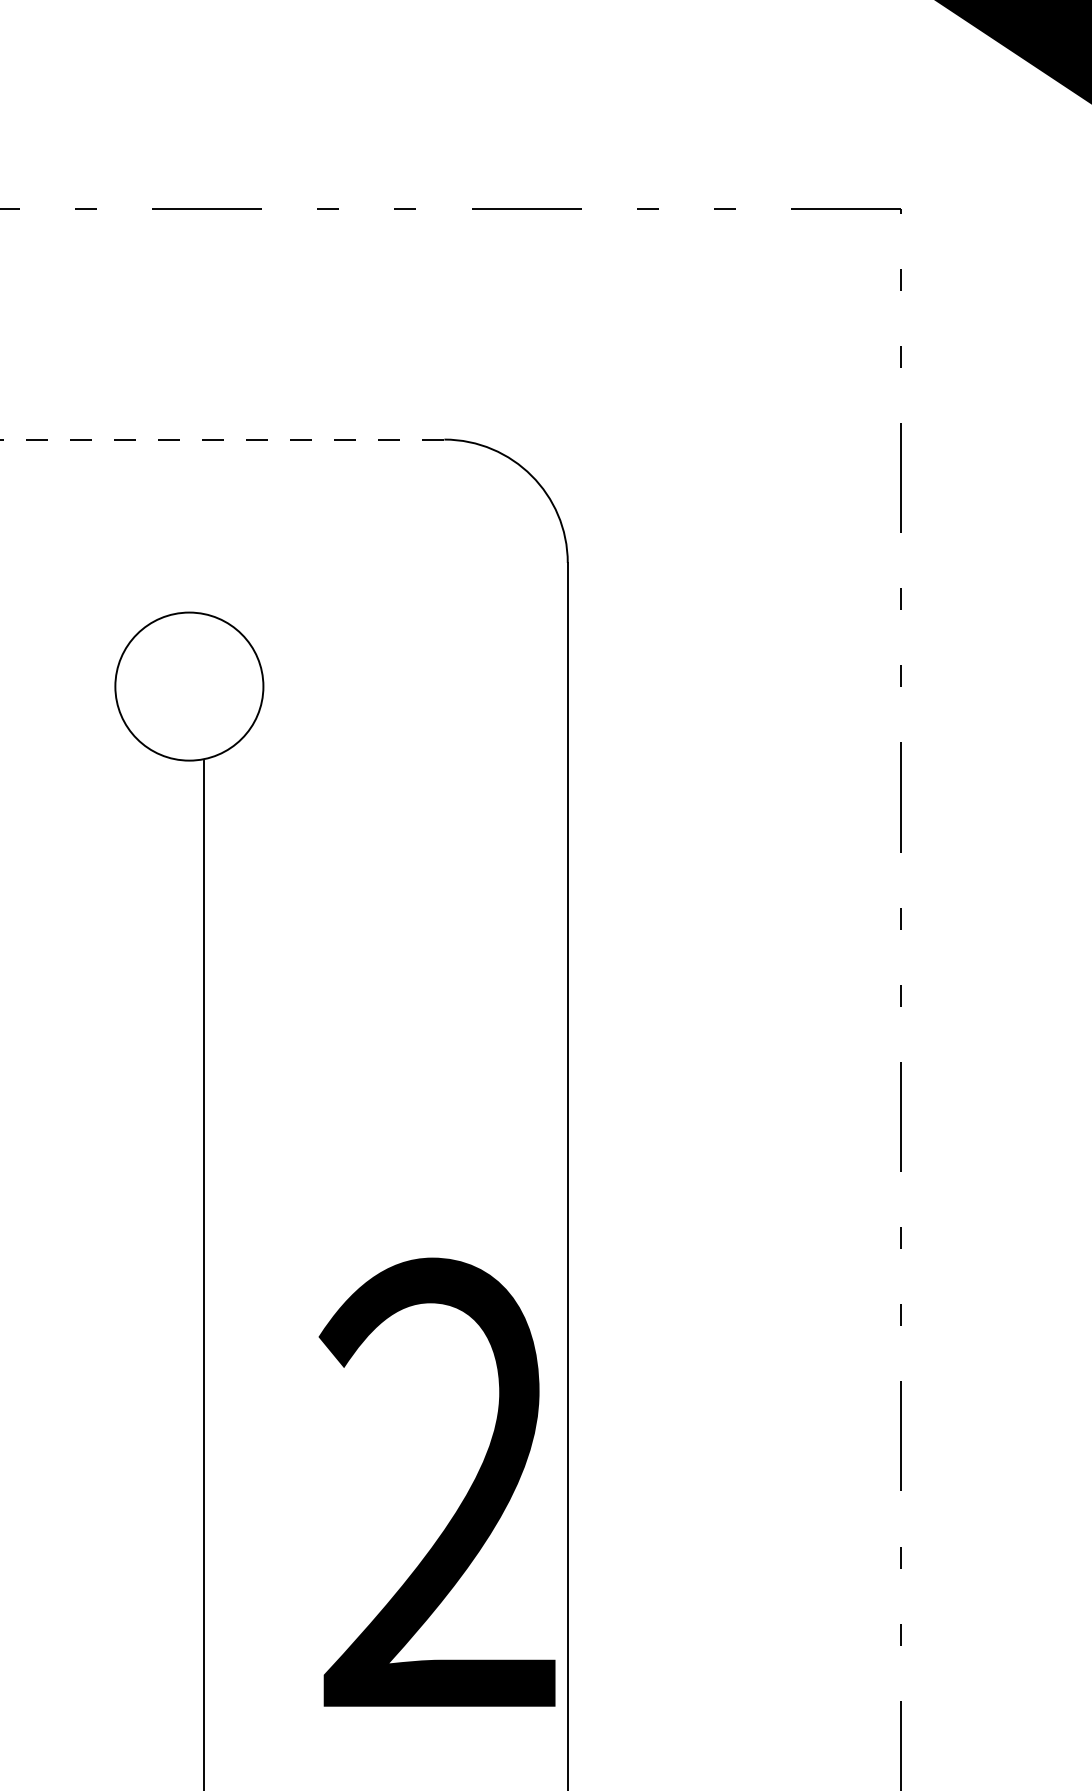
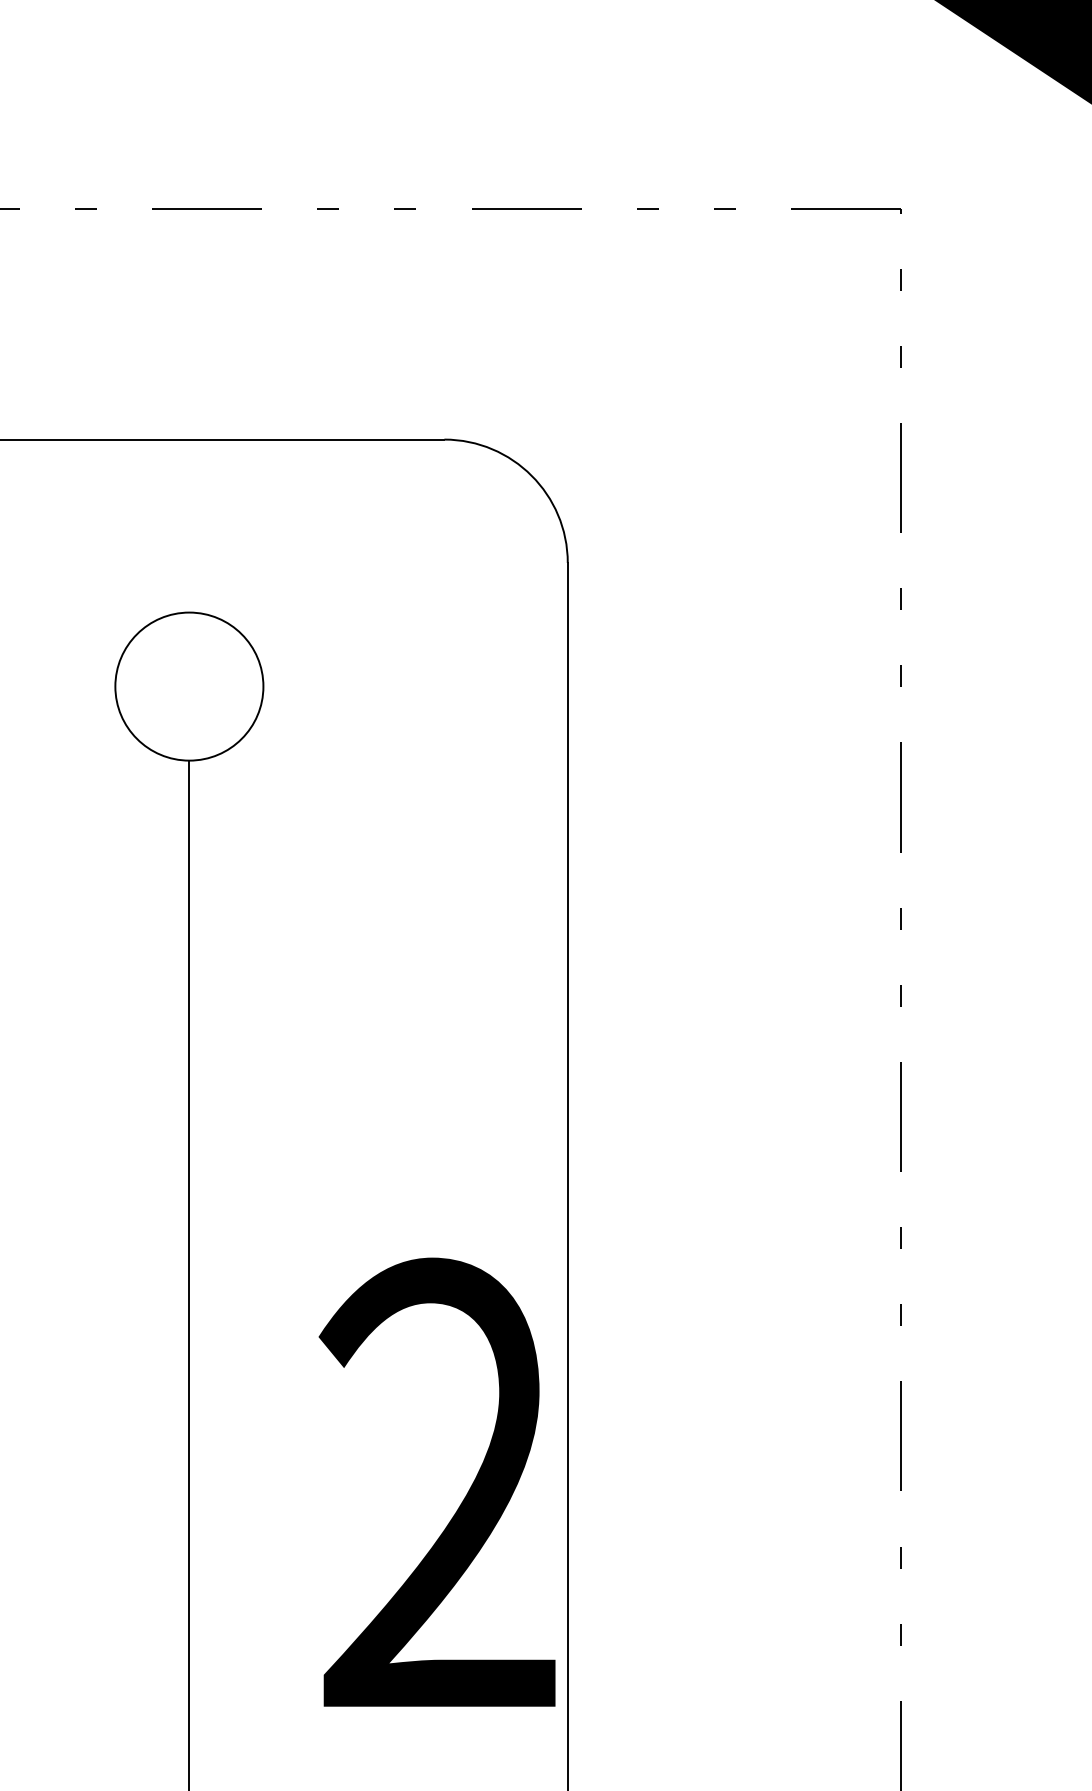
line at (222, 439): dashed -> solid
line at (204, 1273) position: (204, 1273) -> (189, 1273)
